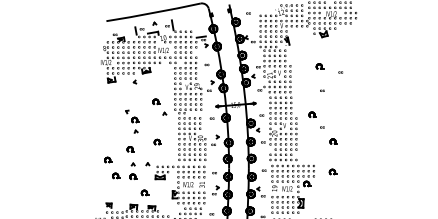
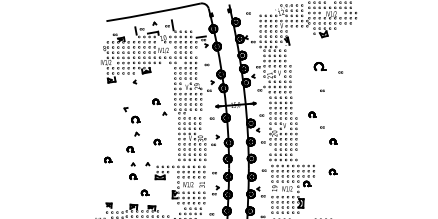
part at (319, 66) size: 10x7 px -> 14x10 px
part at (132, 121) size: 15x25 px -> 18x30 px
part at (116, 175): present -> none
